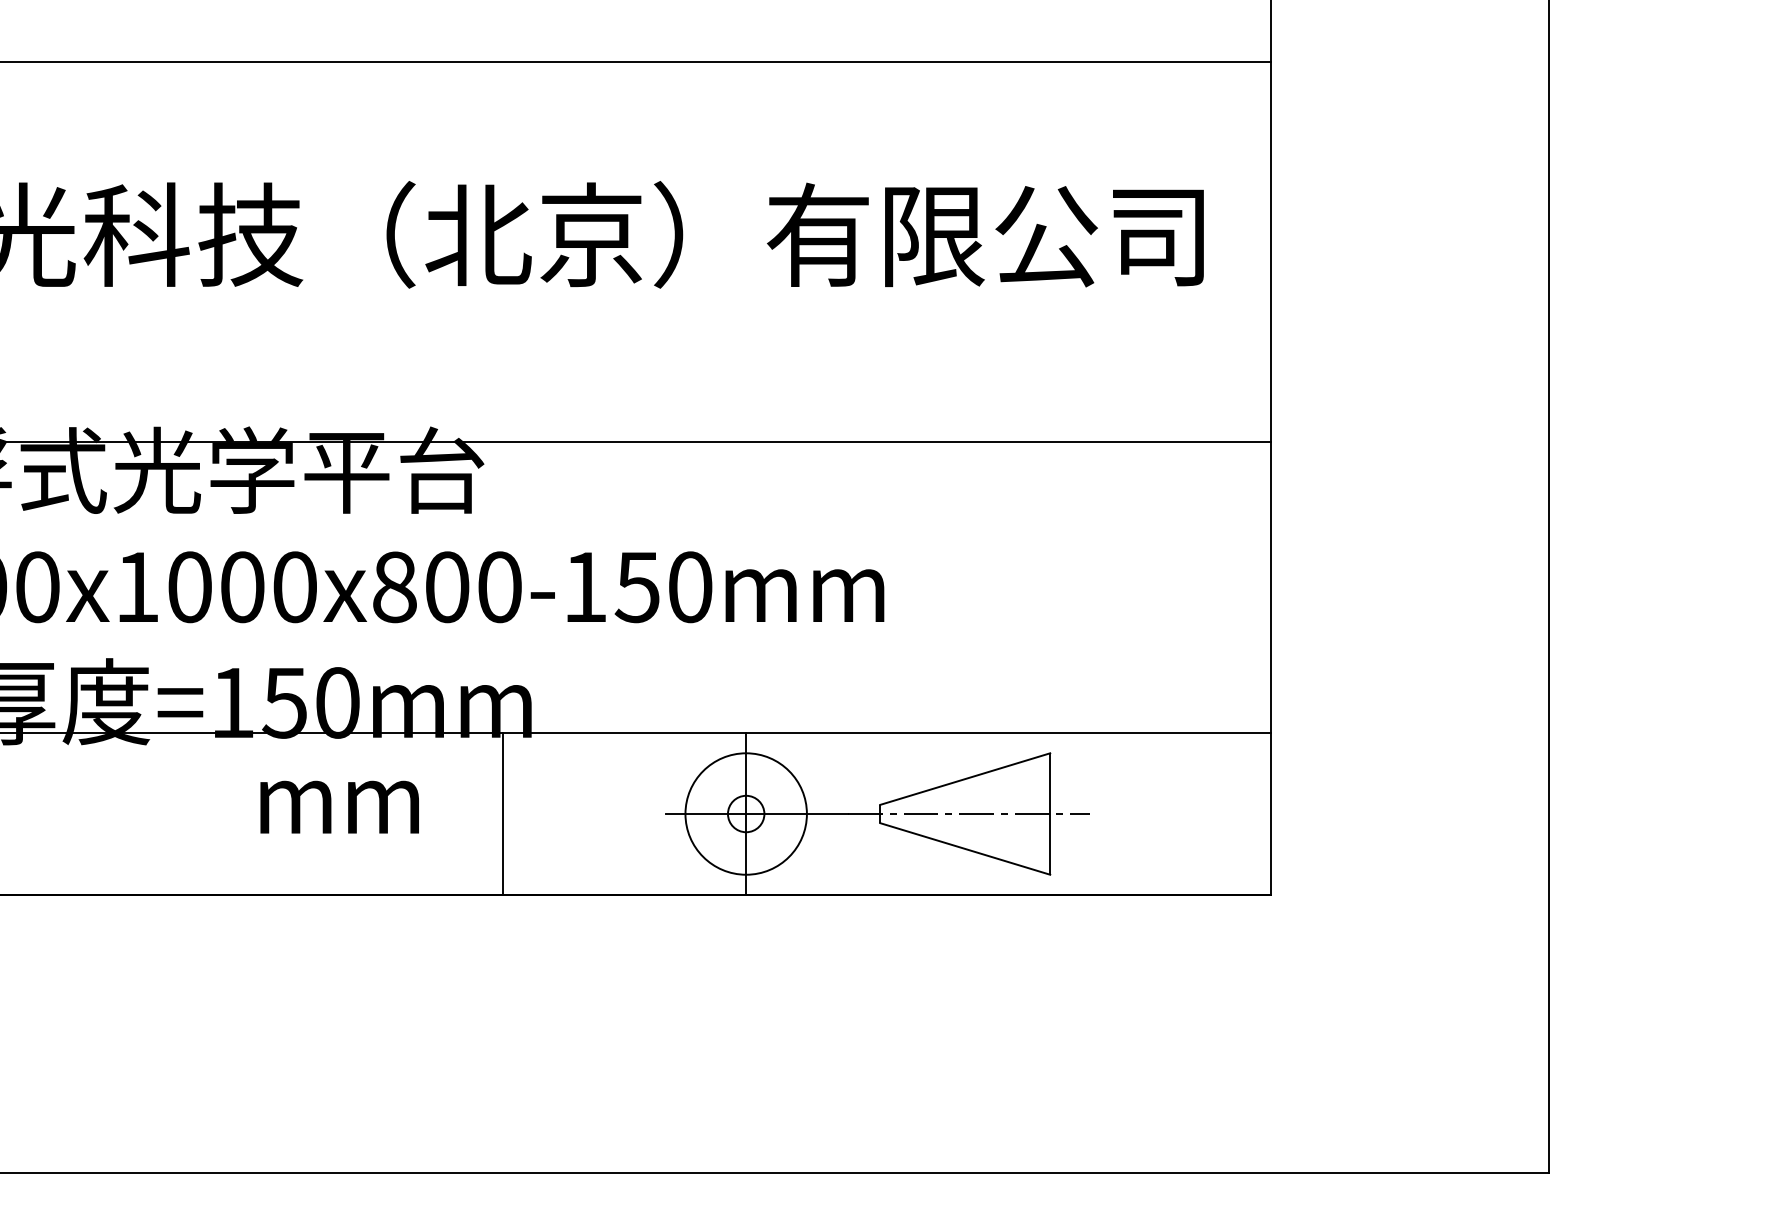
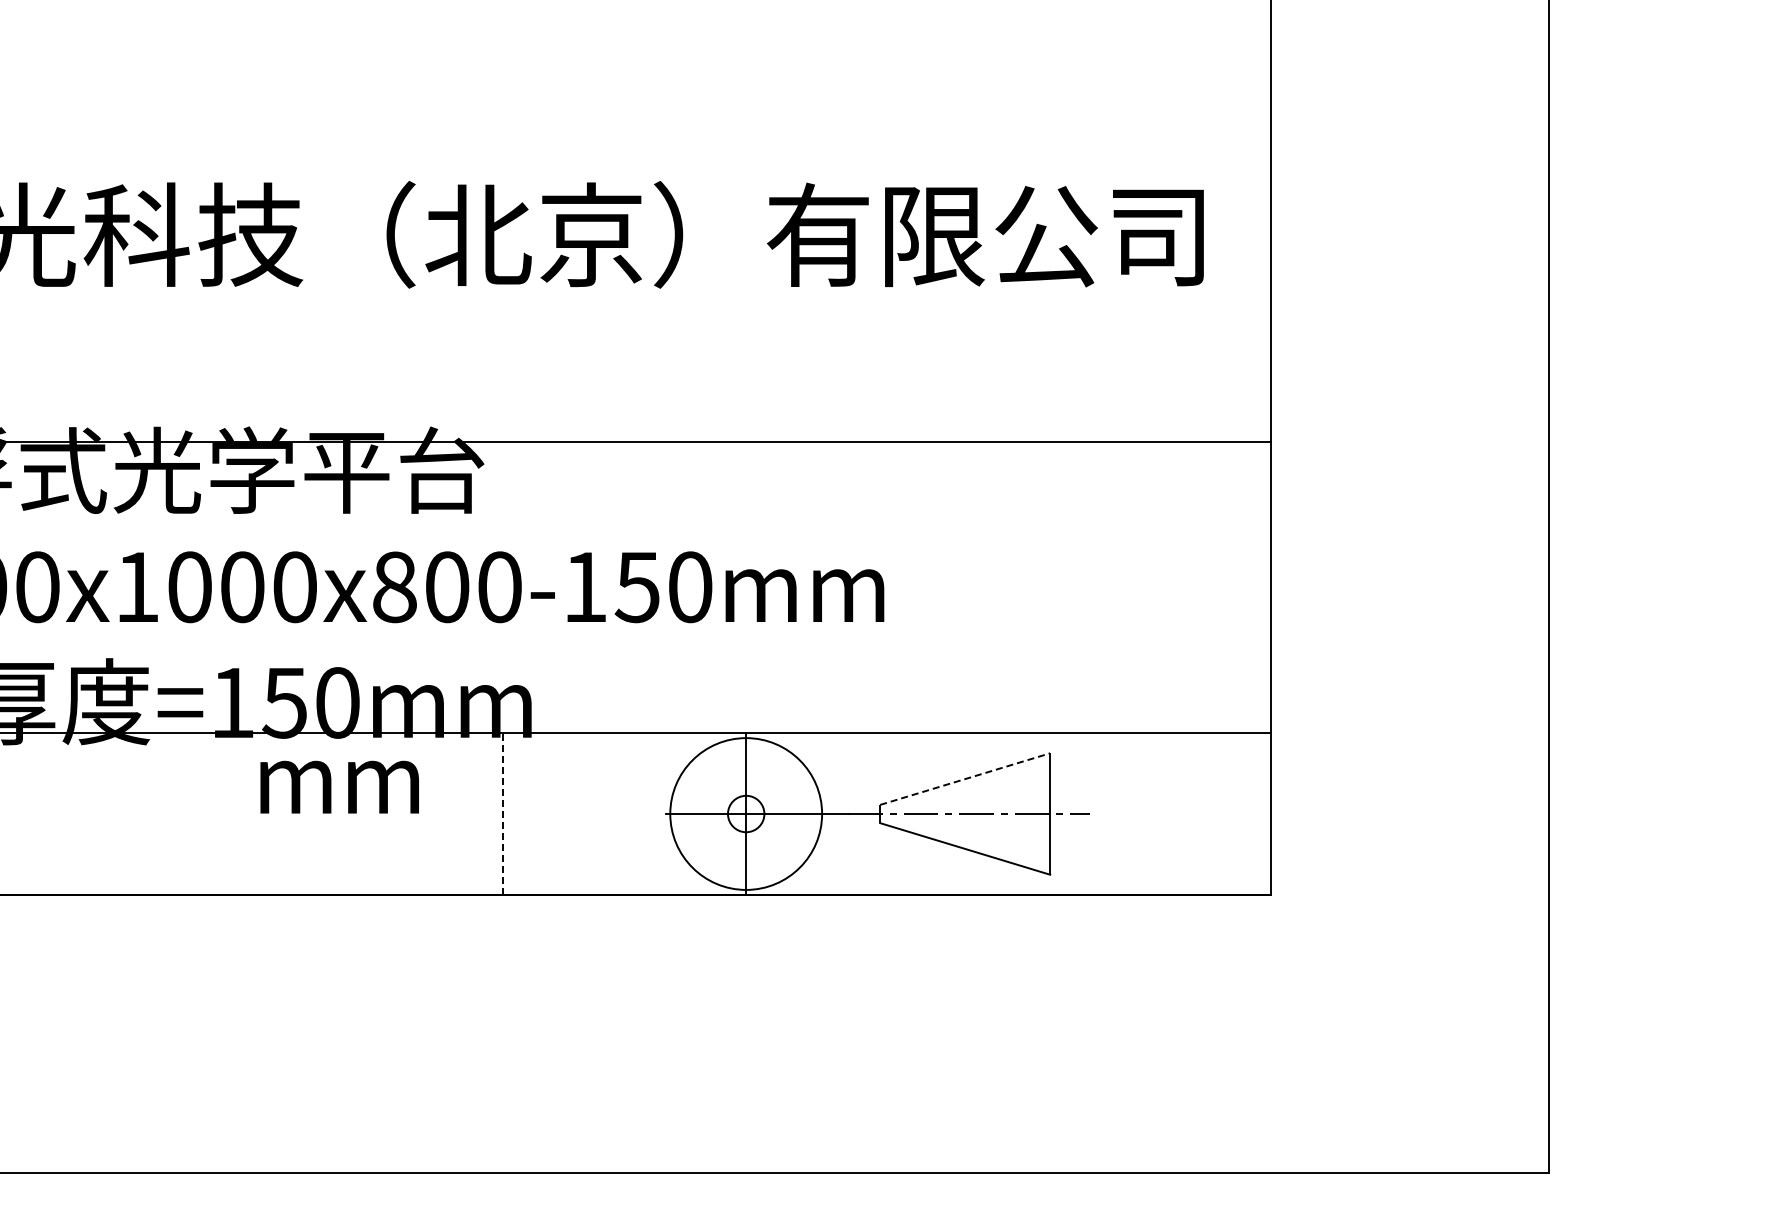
line at (636, 62): present -> none
line at (965, 779): solid -> dashed
text at (339, 806) position: (339, 806) -> (339, 786)
line at (502, 813): solid -> dashed
circle at (745, 813) diameter: 121 px -> 152 px
